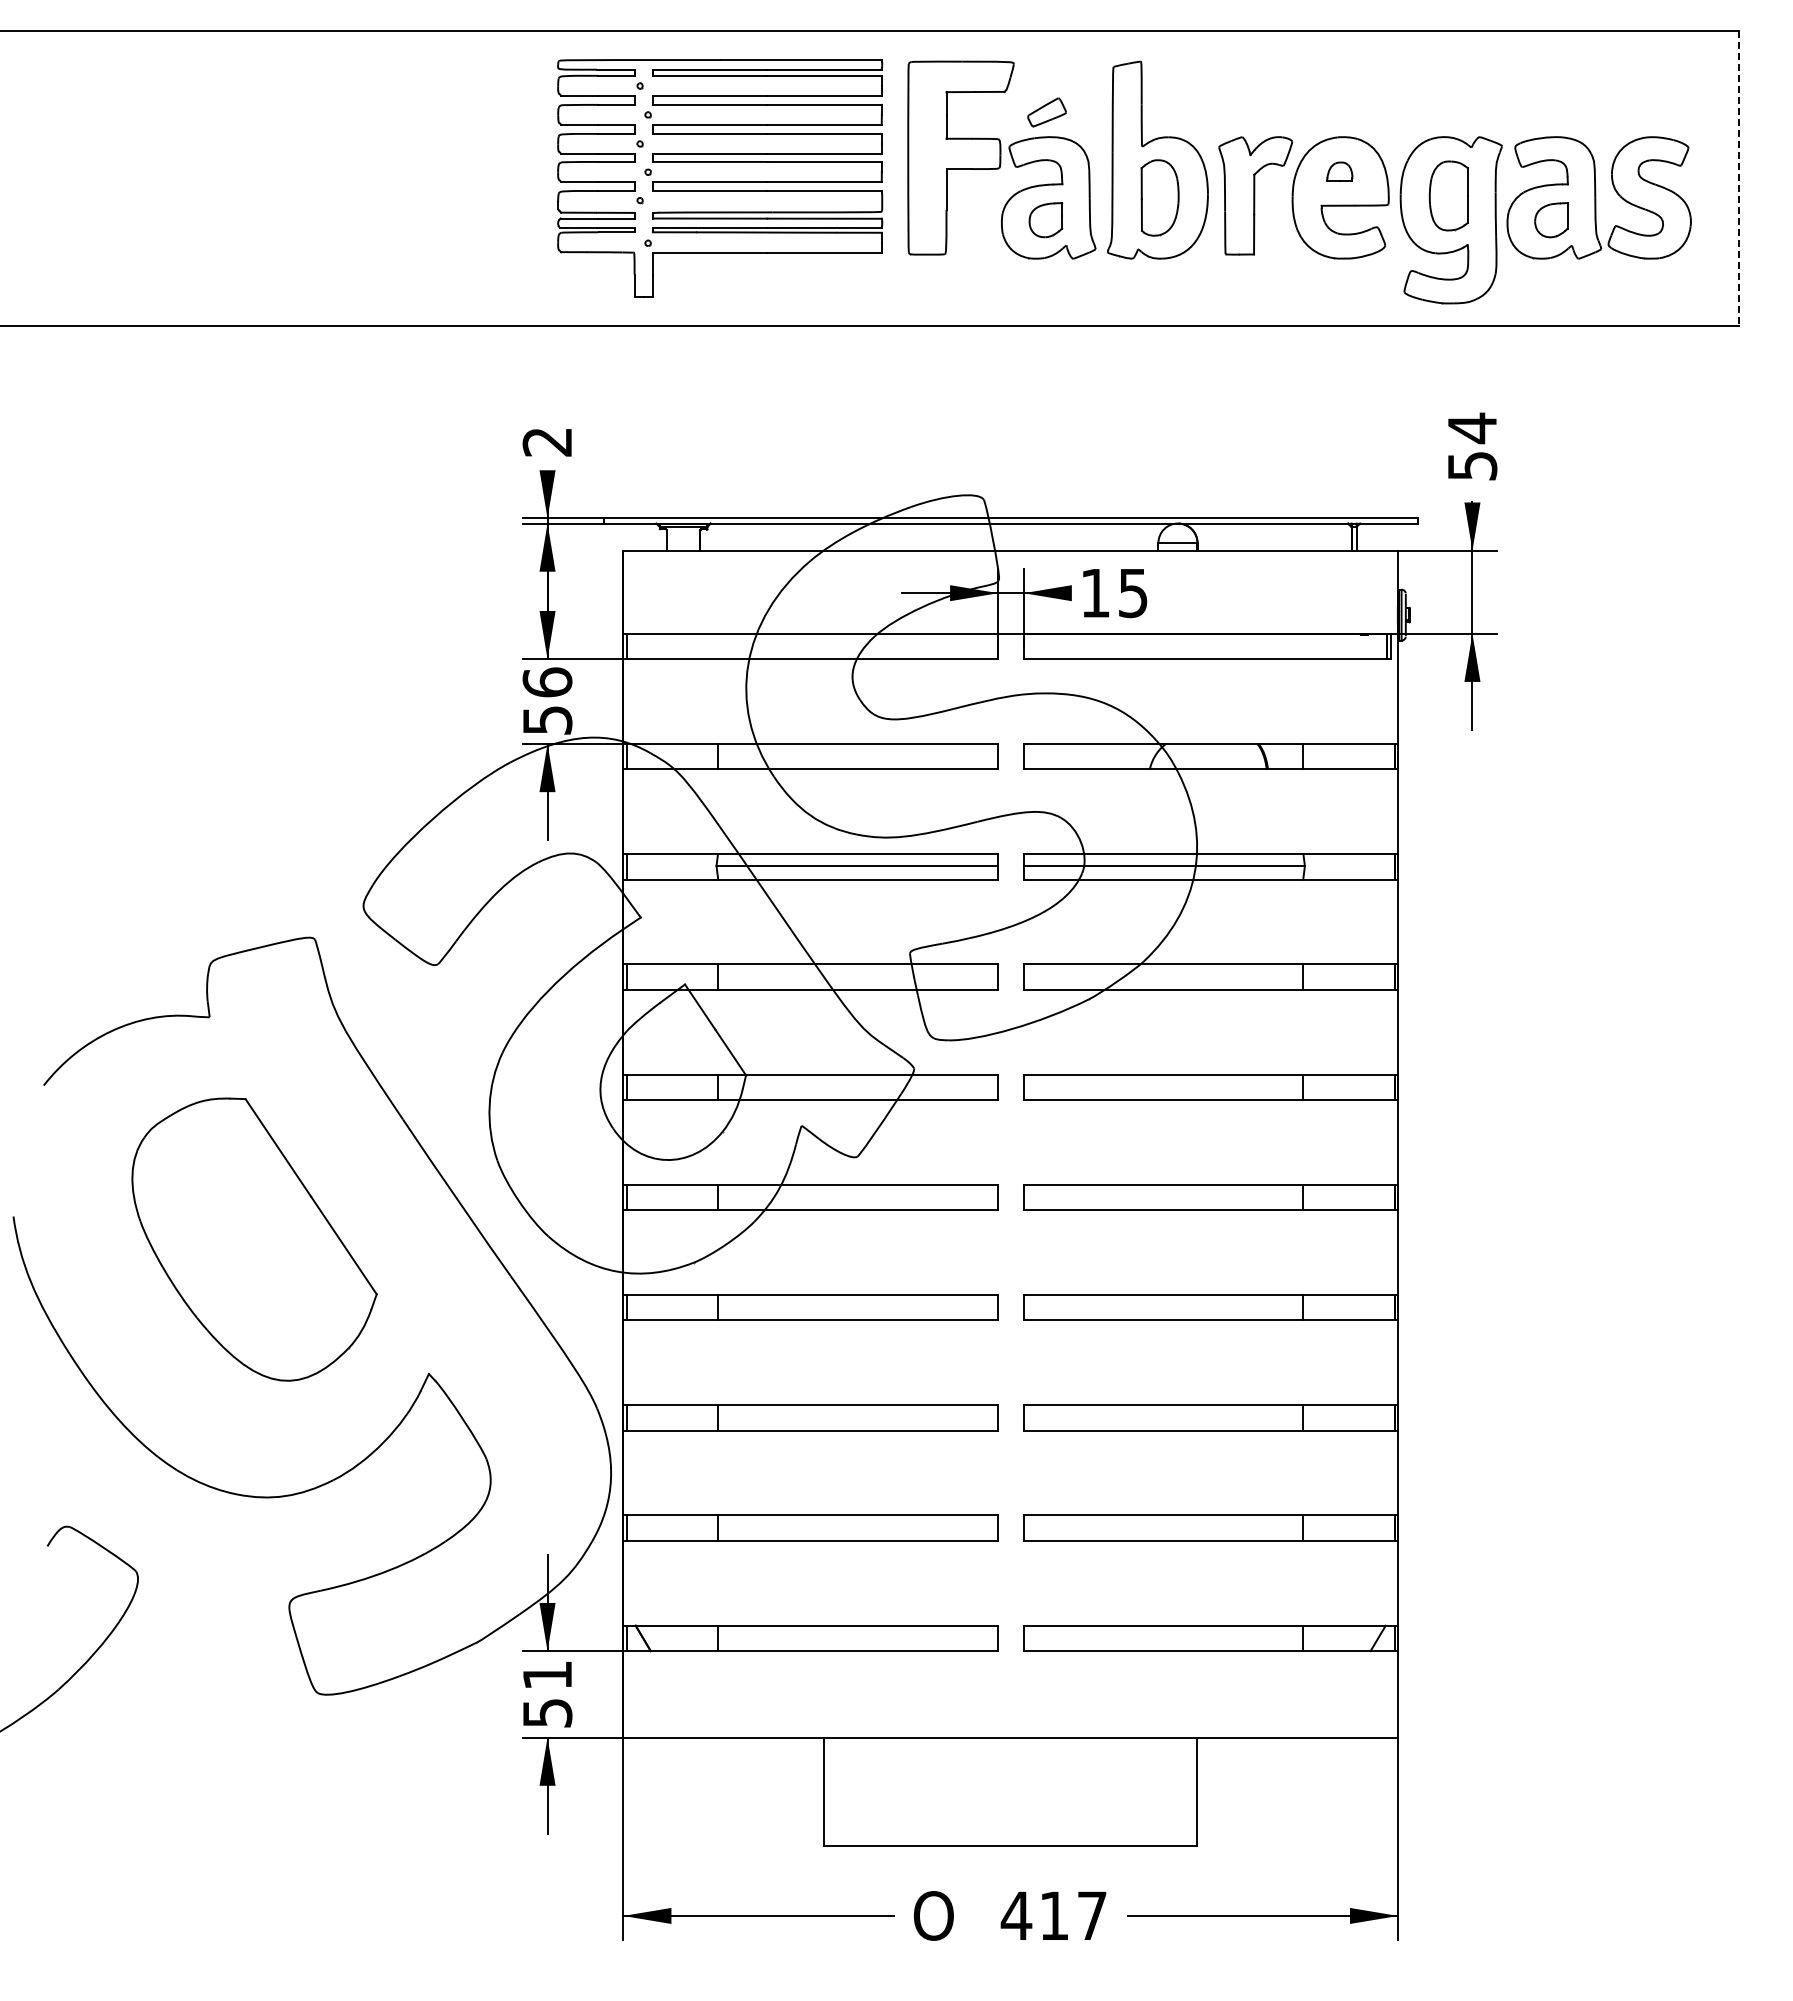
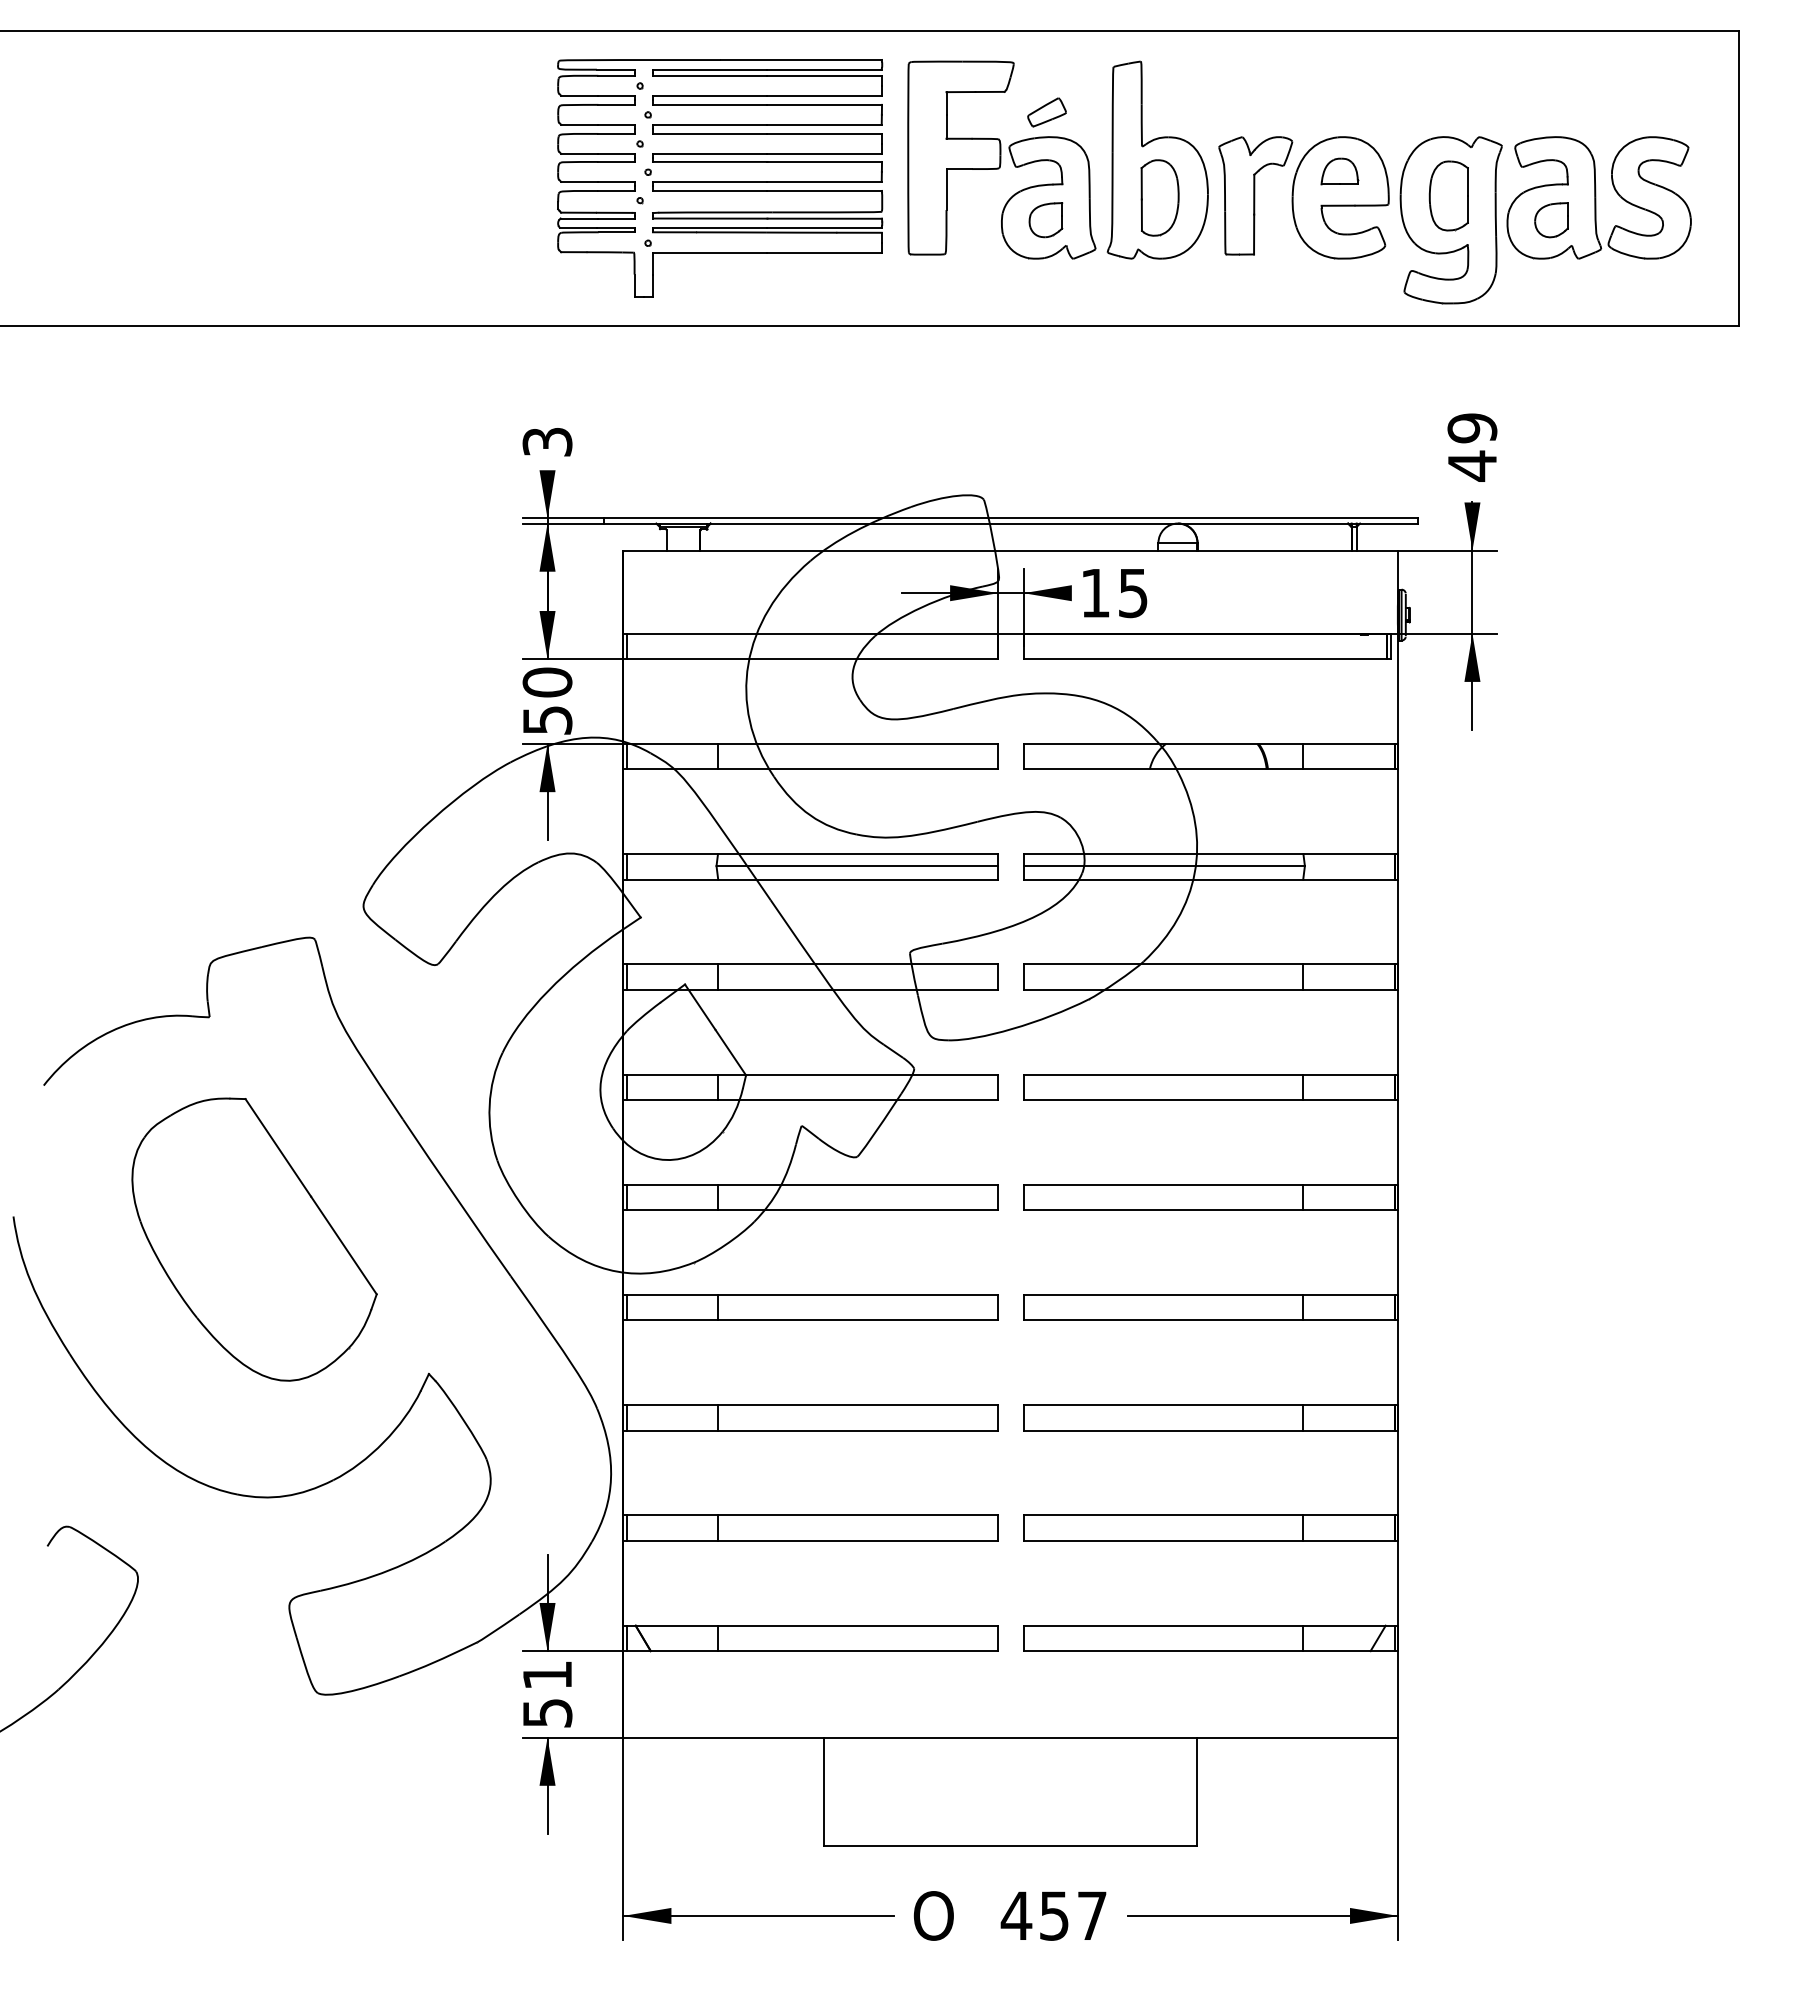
part at (1339, 171) size: 28x21 px -> 40x29 px
line at (1739, 178): dashed -> solid
text at (547, 442): 2 -> 3
text at (1472, 446): 54 -> 49
text at (547, 682): 56 -> 50
text at (1054, 1915): 417 -> 457
